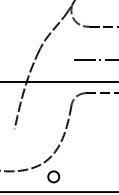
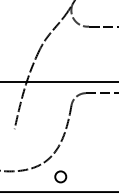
line at (94, 59): present -> none
circle at (53, 176) position: (53, 176) -> (60, 176)
